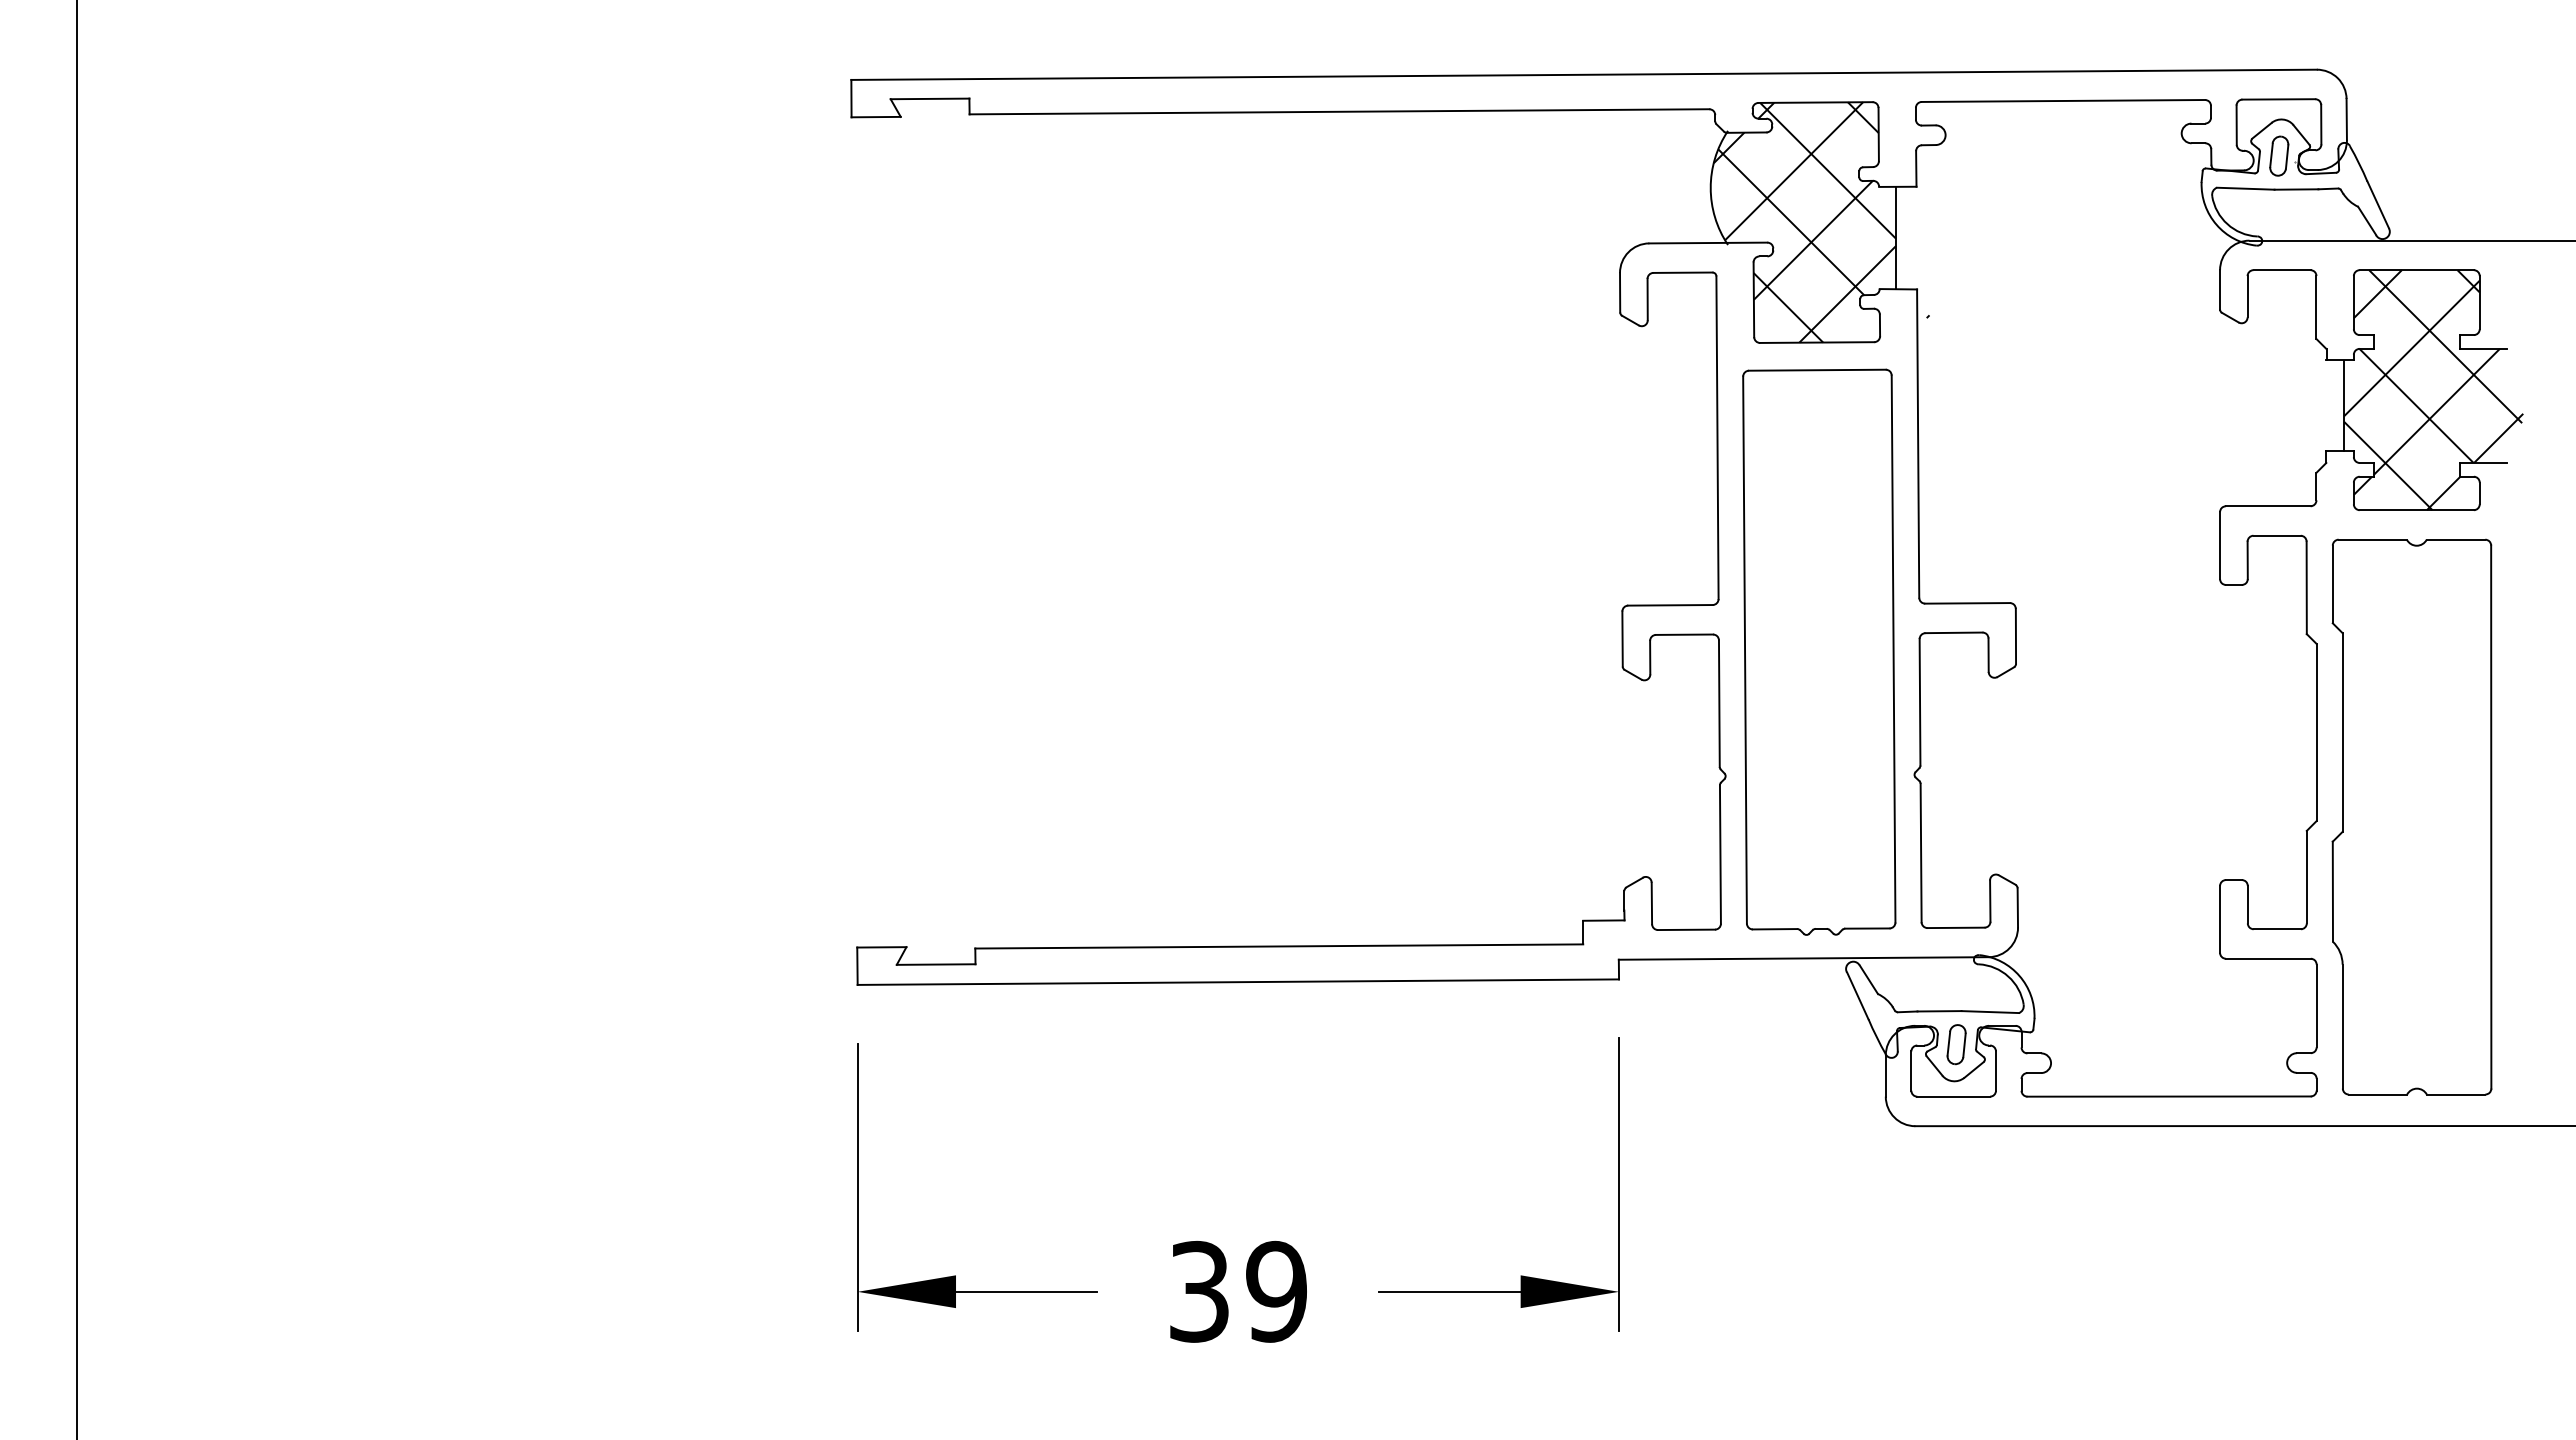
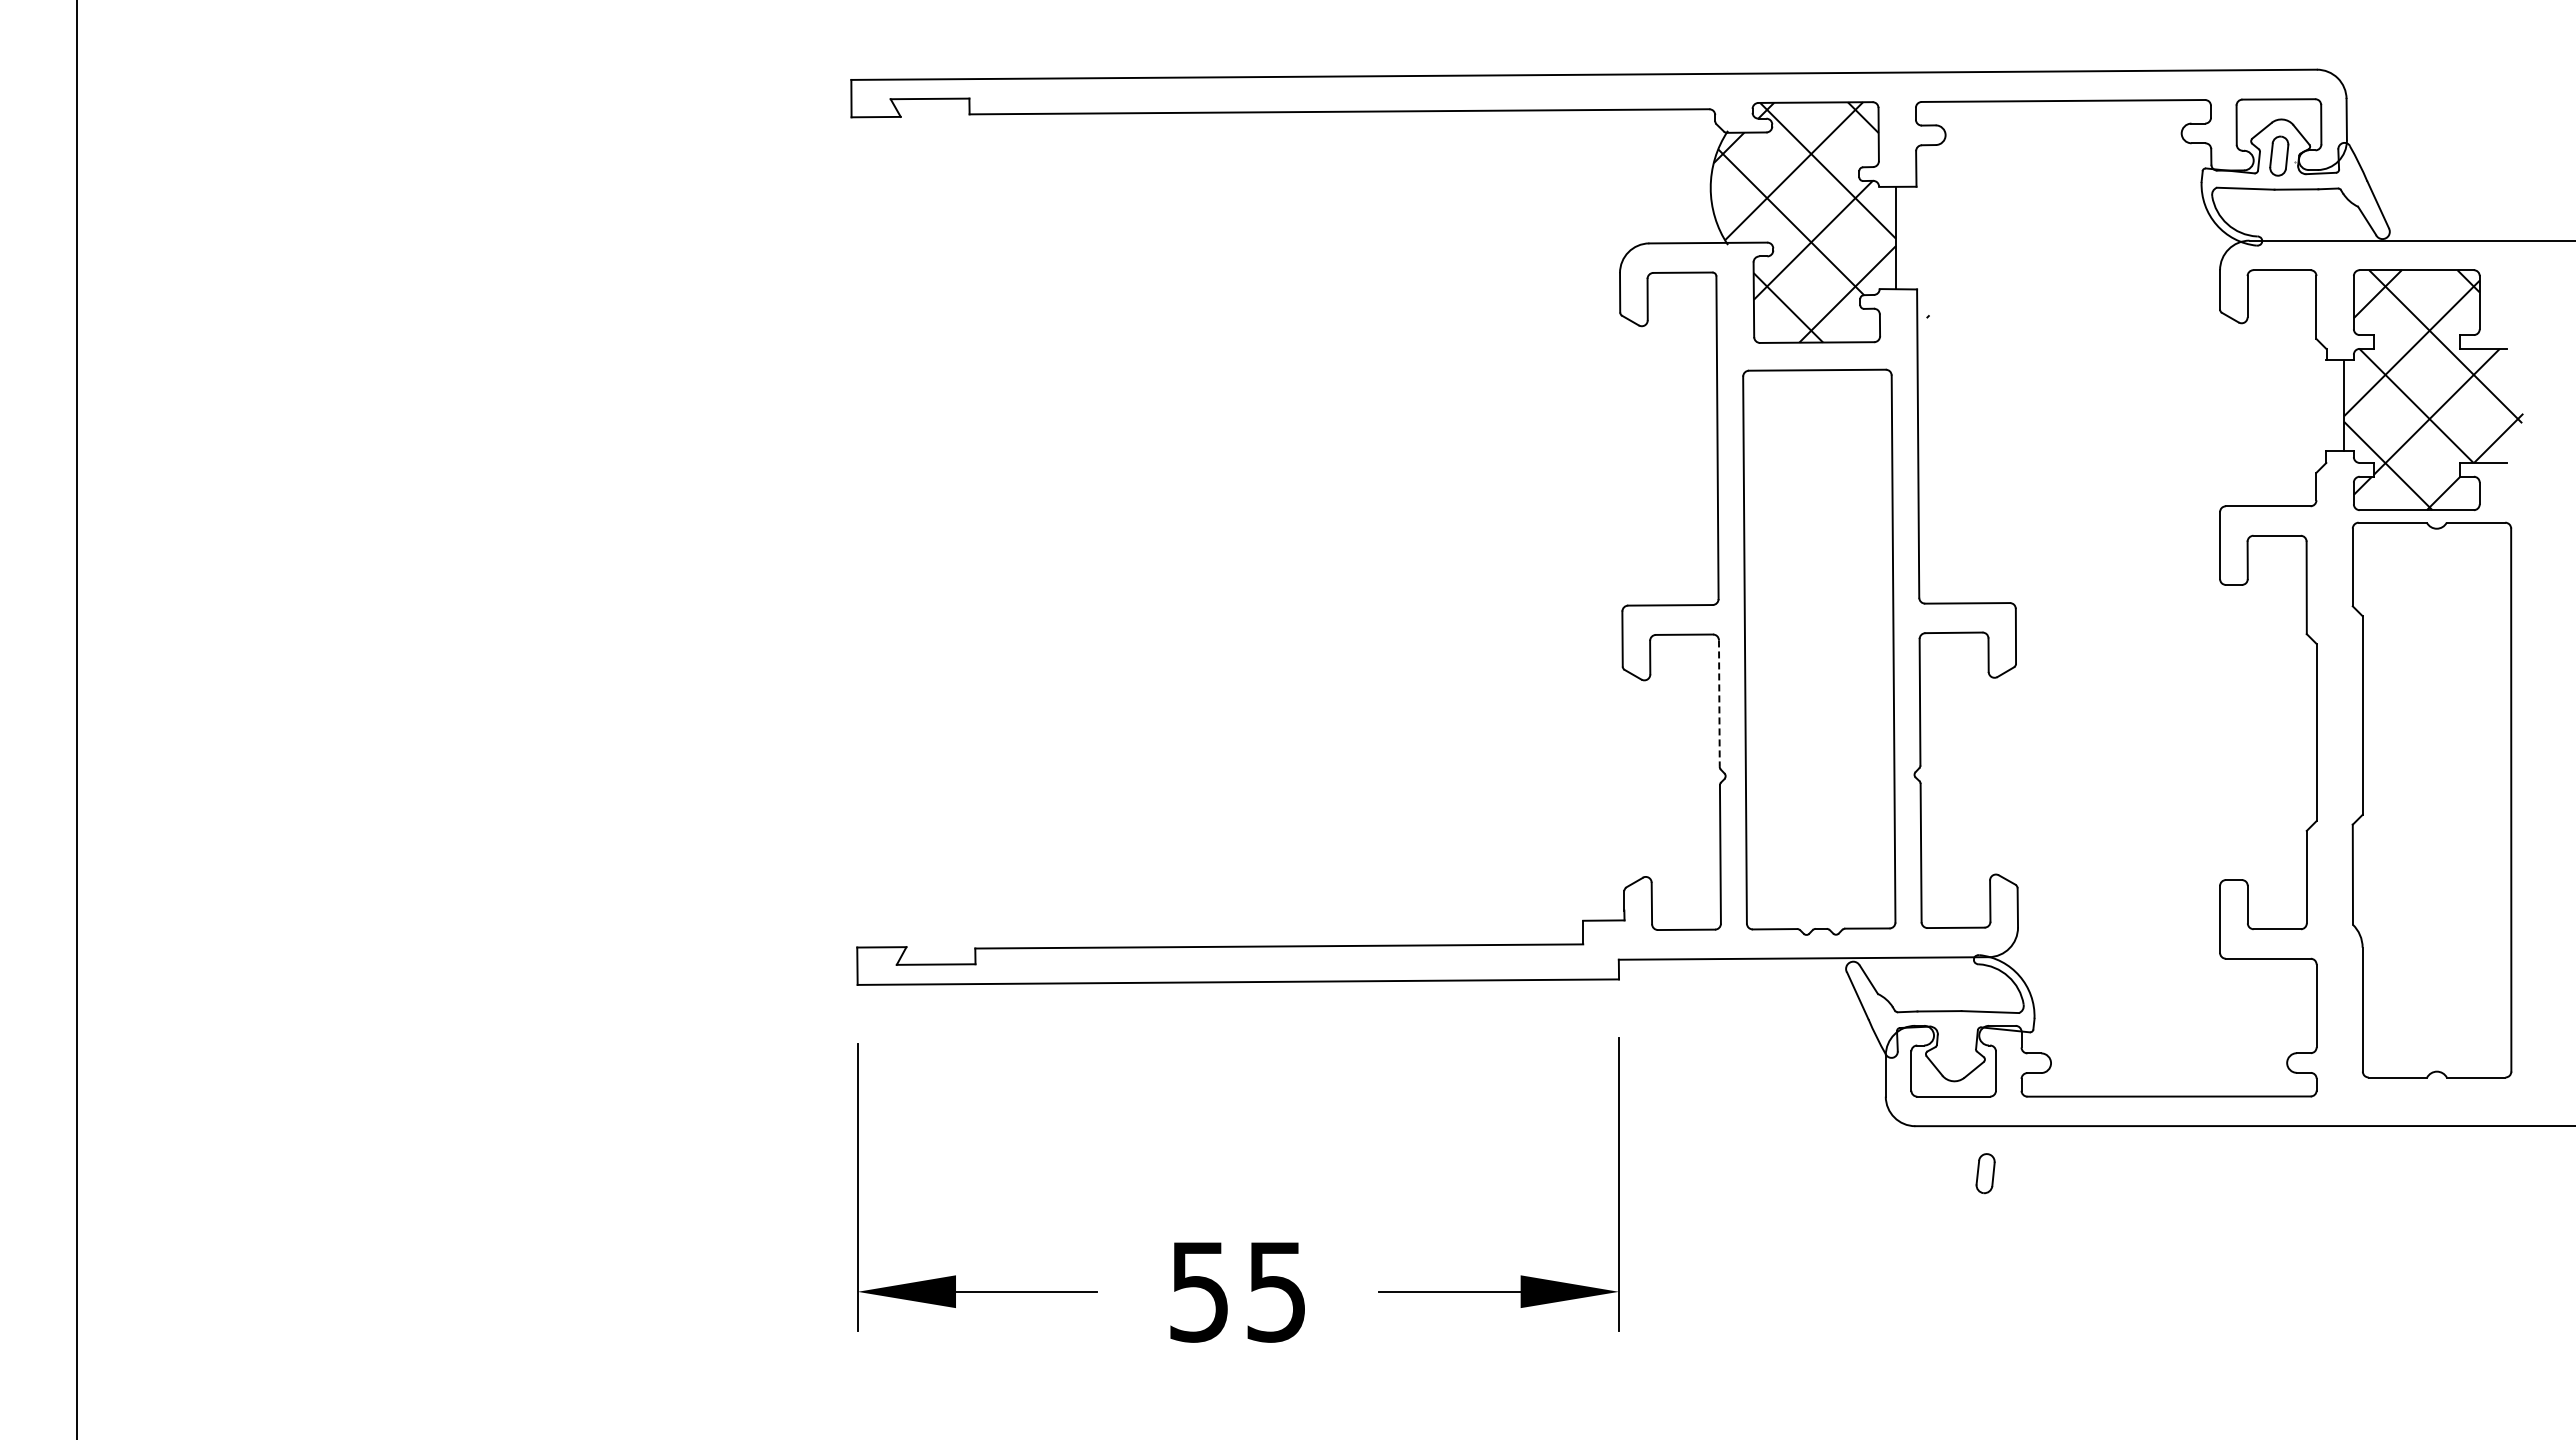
line at (1719, 704): solid -> dashed
part at (2411, 816) position: (2411, 816) -> (2431, 799)
part at (1956, 1044) position: (1956, 1044) -> (1985, 1173)
text at (1238, 1291): 39 -> 55
